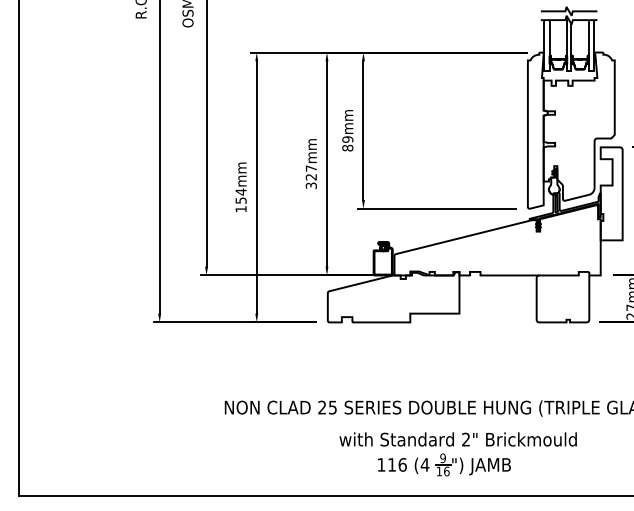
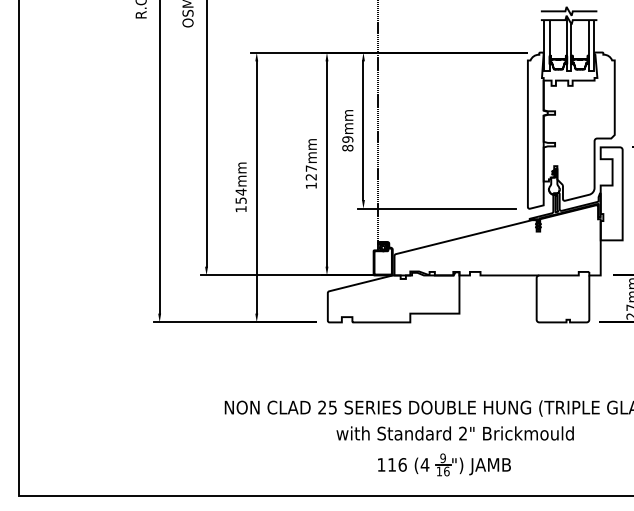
line at (377, 125): none -> present
text at (310, 185): 327mm -> 127mm
text at (457, 439) position: (457, 439) -> (454, 433)
